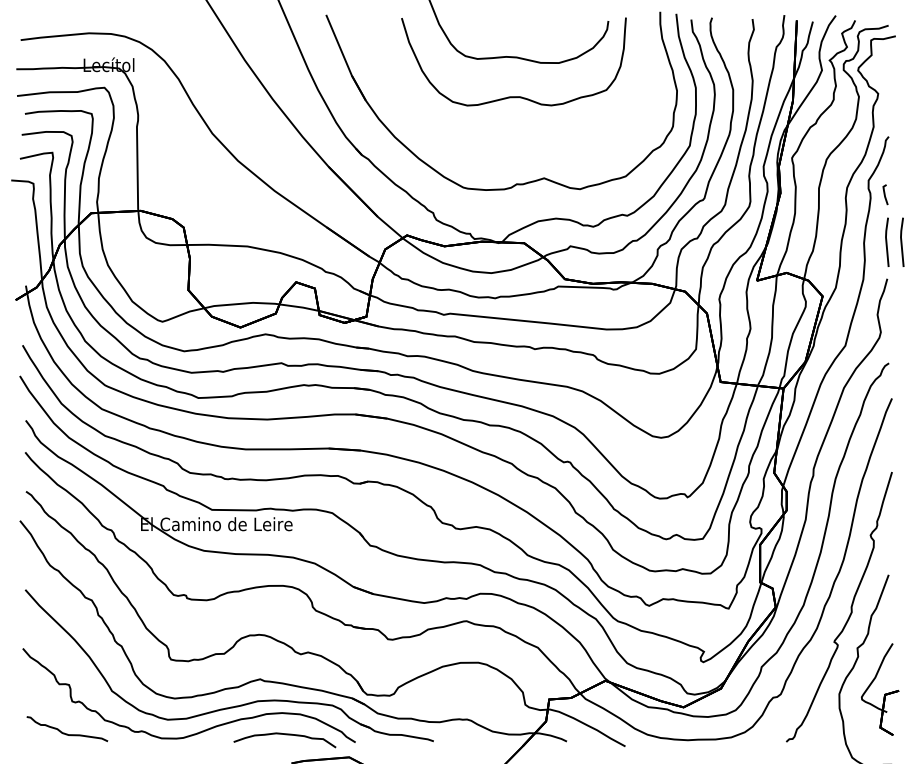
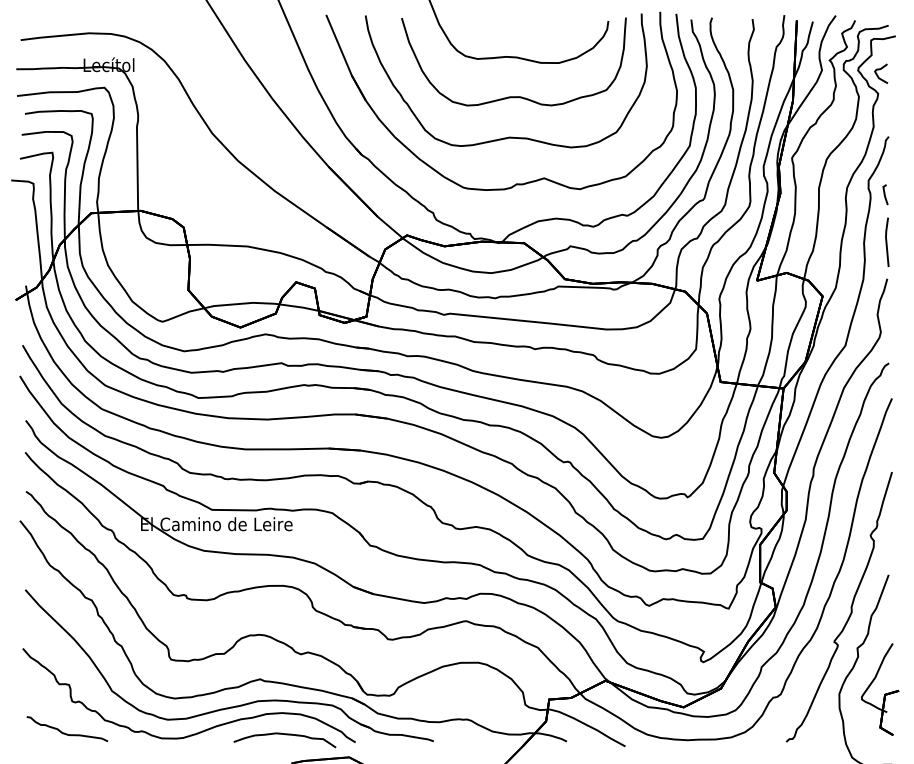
curve at (879, 70): none -> present
curve at (508, 136): none -> present
line at (902, 241): present -> none
